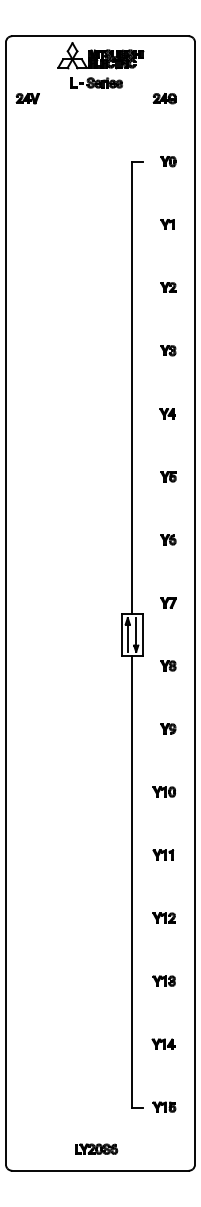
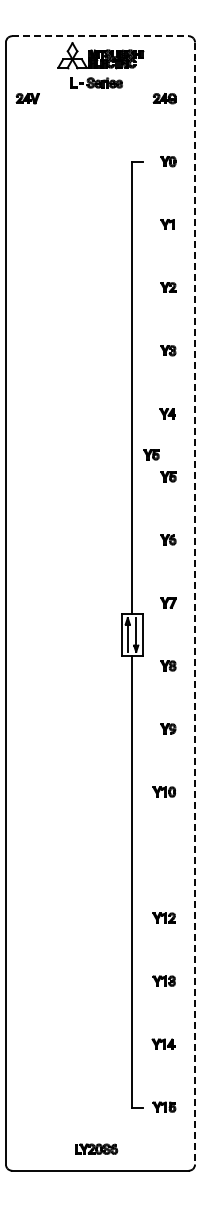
line at (100, 36): solid -> dashed
part at (151, 454): none -> present
line at (195, 603): solid -> dashed
part at (163, 854): present -> none
